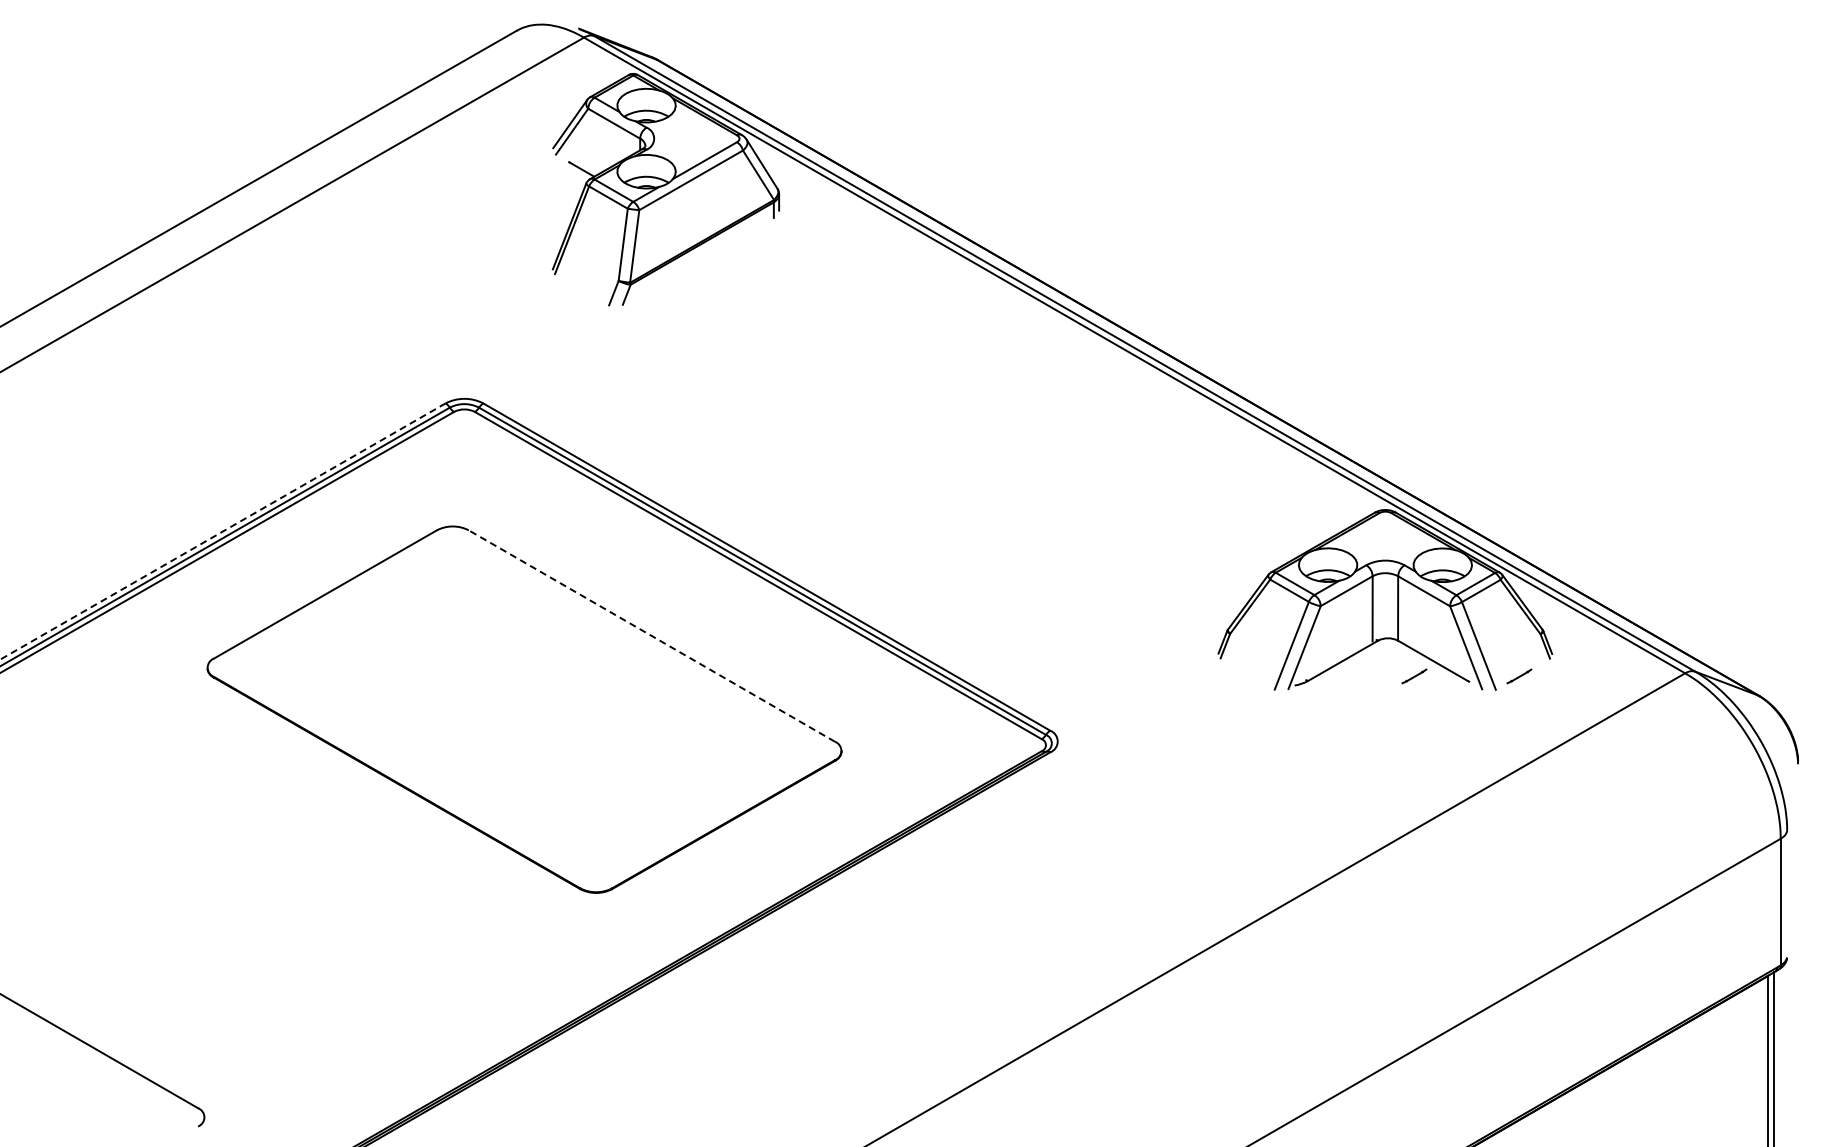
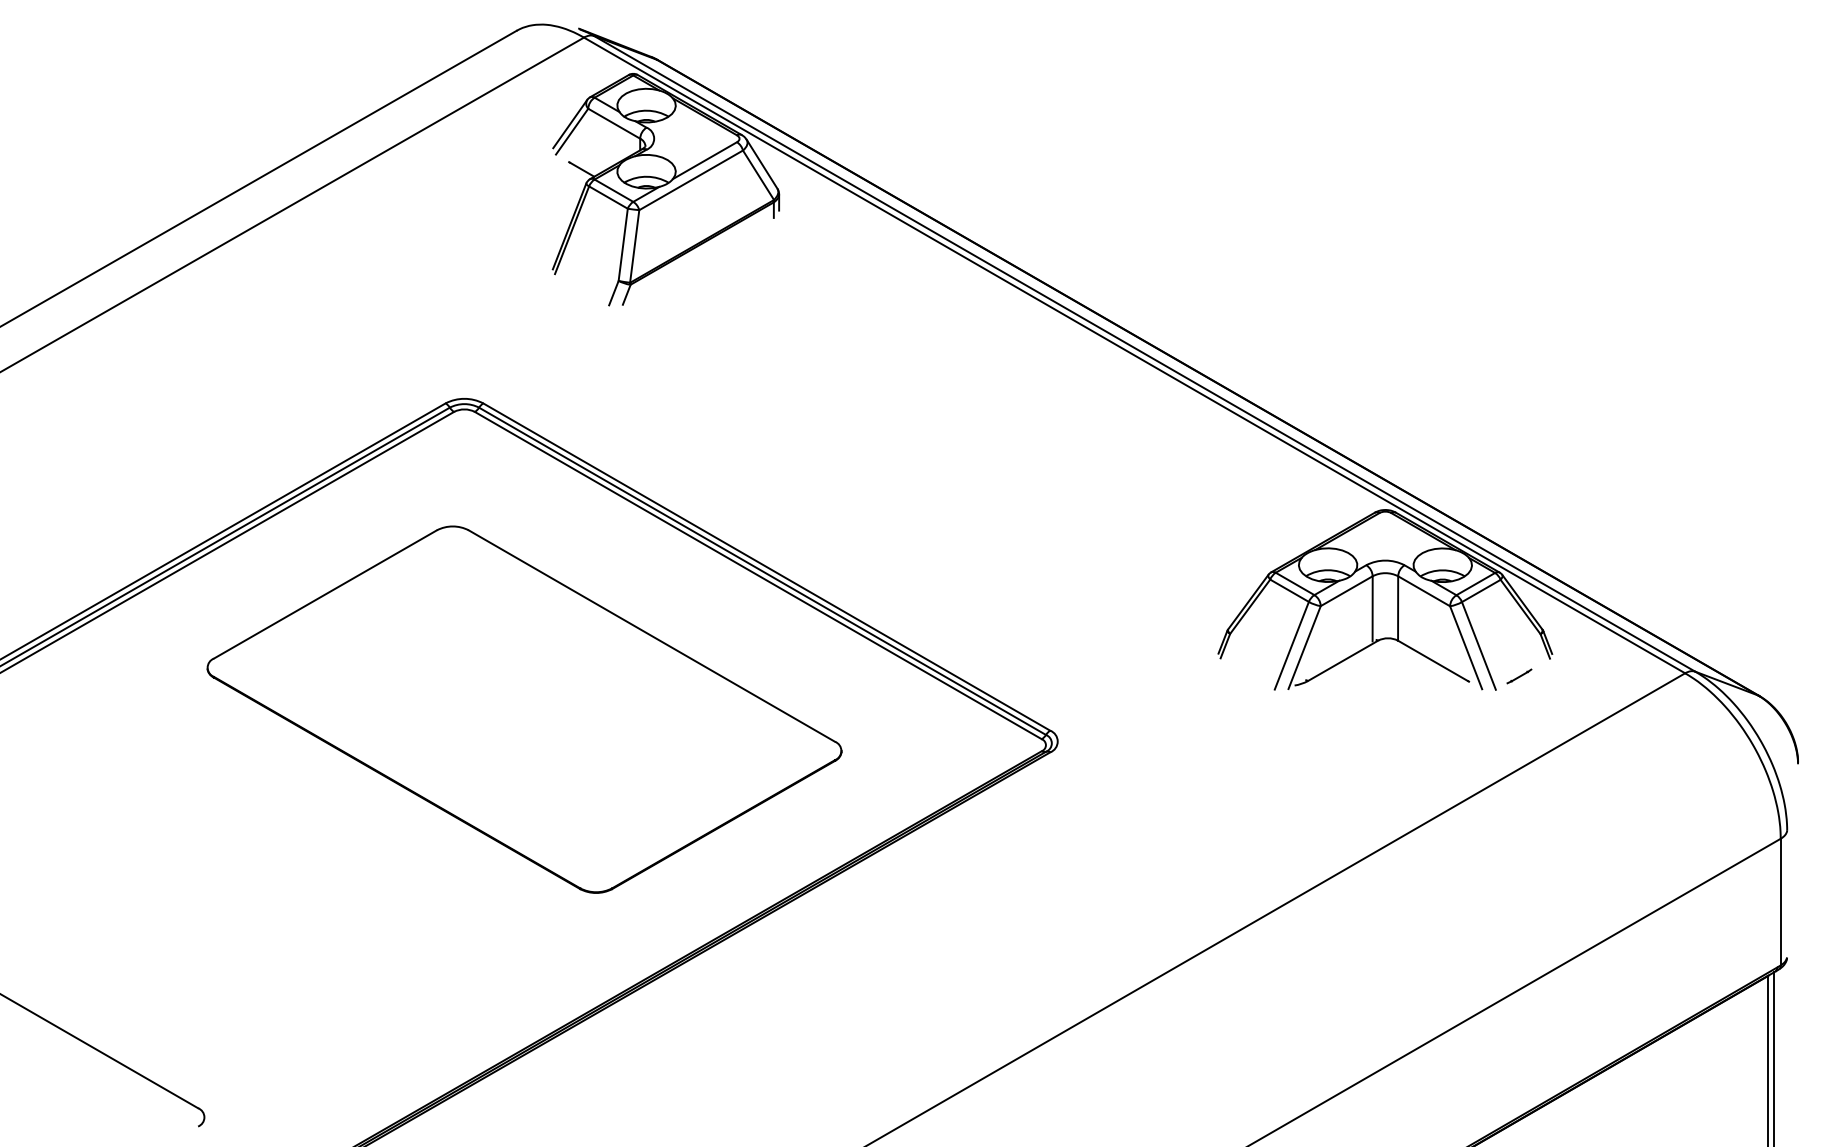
line at (223, 531): dashed -> solid
line at (651, 635): dashed -> solid
line at (1414, 676): present -> none
